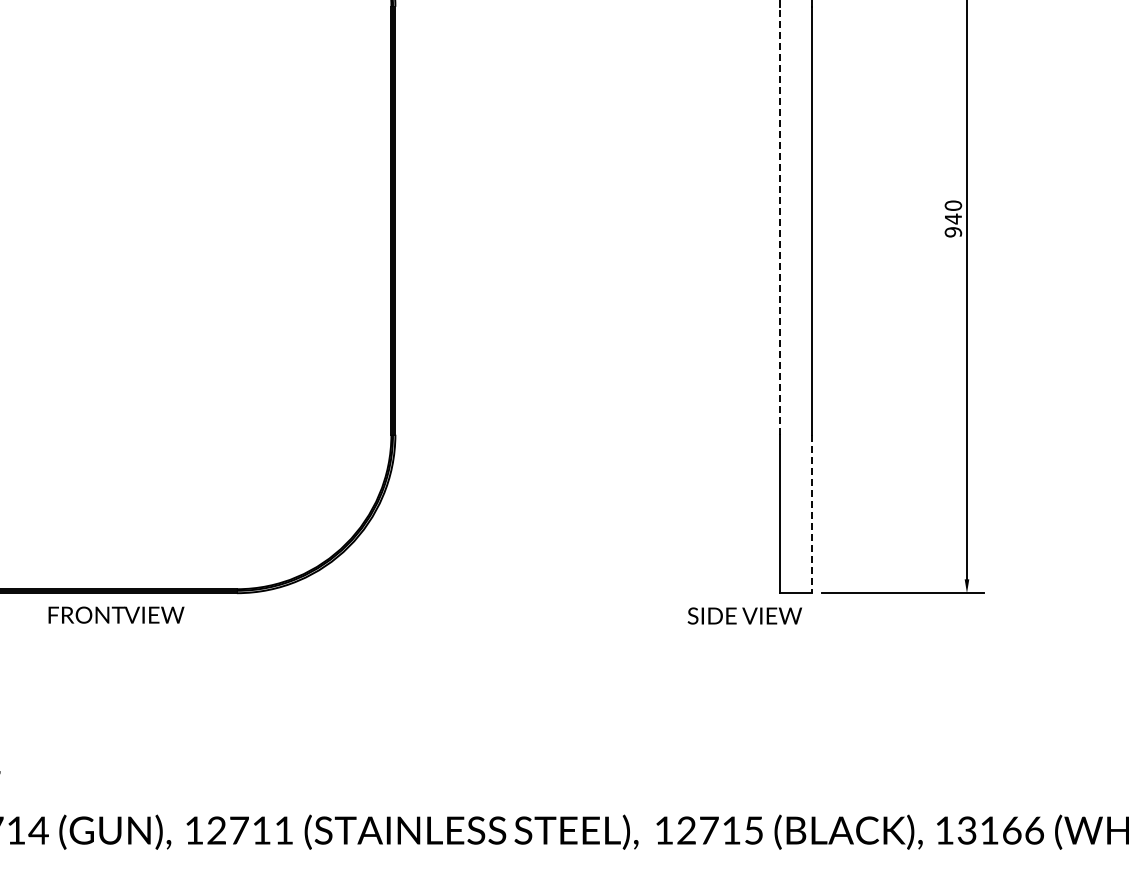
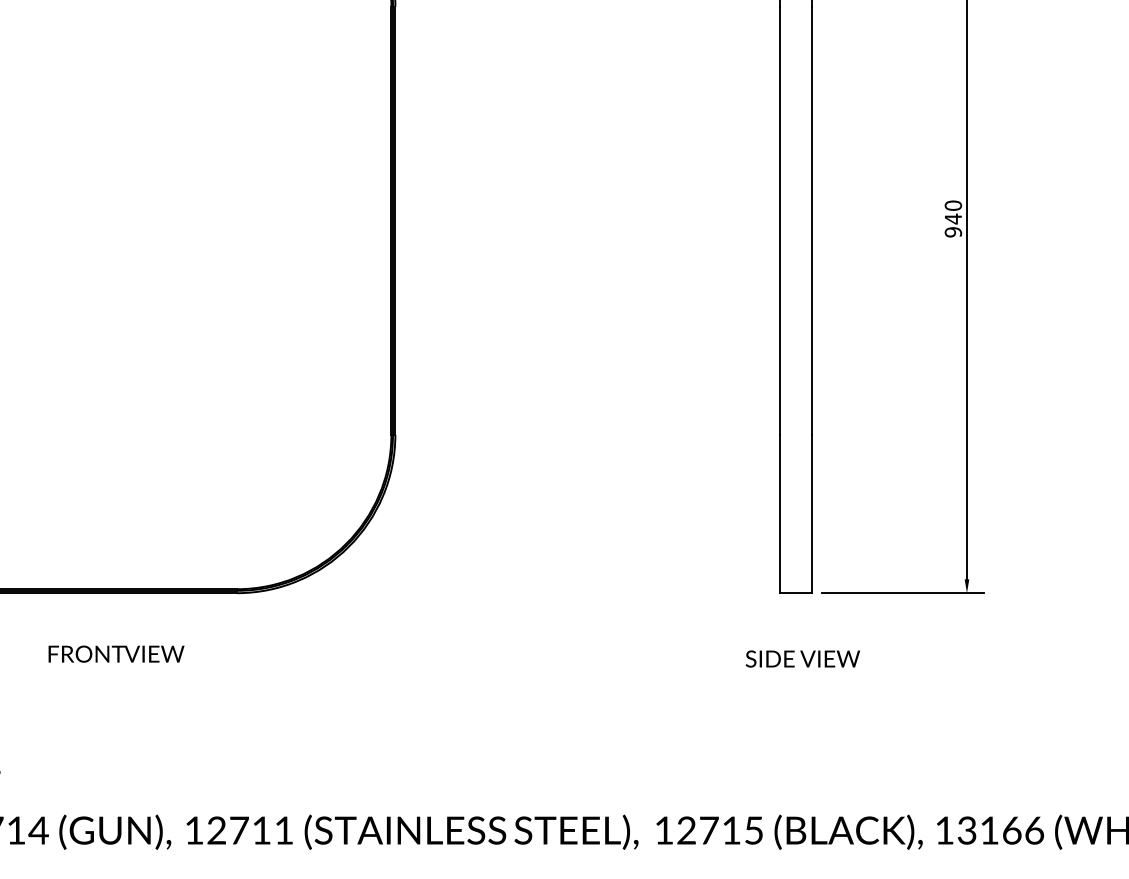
line at (779, 220): dashed -> solid
line at (811, 514): dashed -> solid
text at (116, 614) position: (116, 614) -> (116, 653)
text at (744, 615) position: (744, 615) -> (802, 658)
